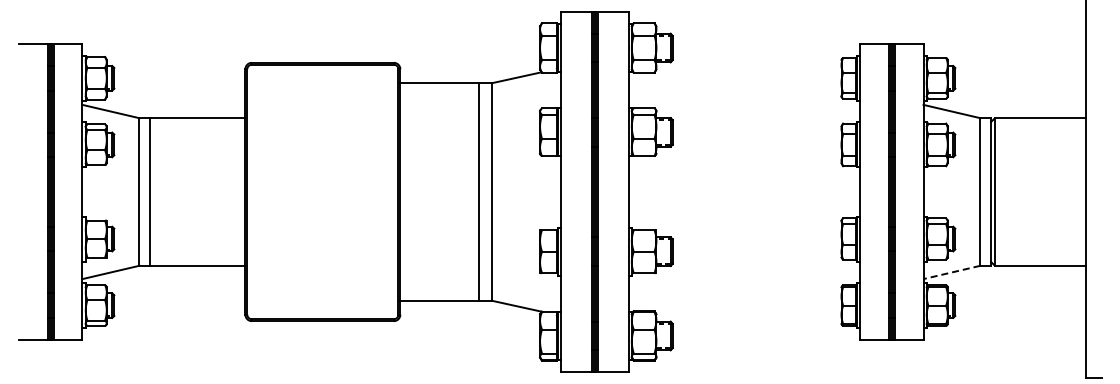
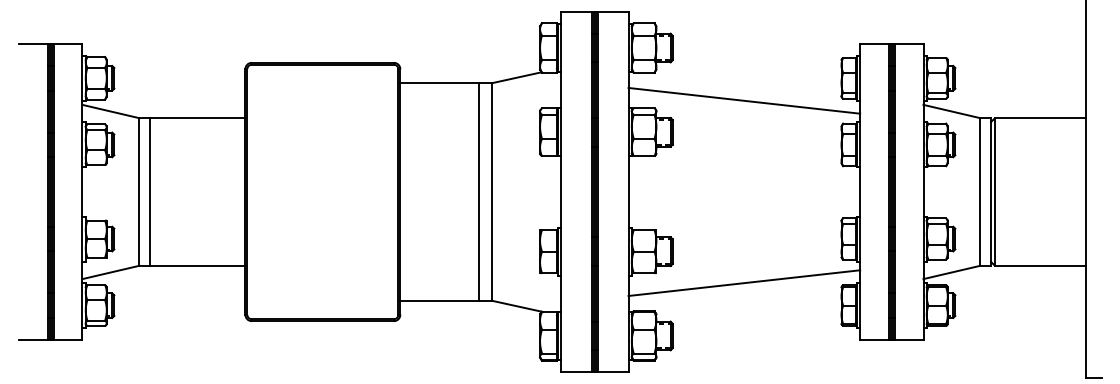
line at (744, 100): none -> present
line at (951, 272): dashed -> solid
line at (744, 282): none -> present
